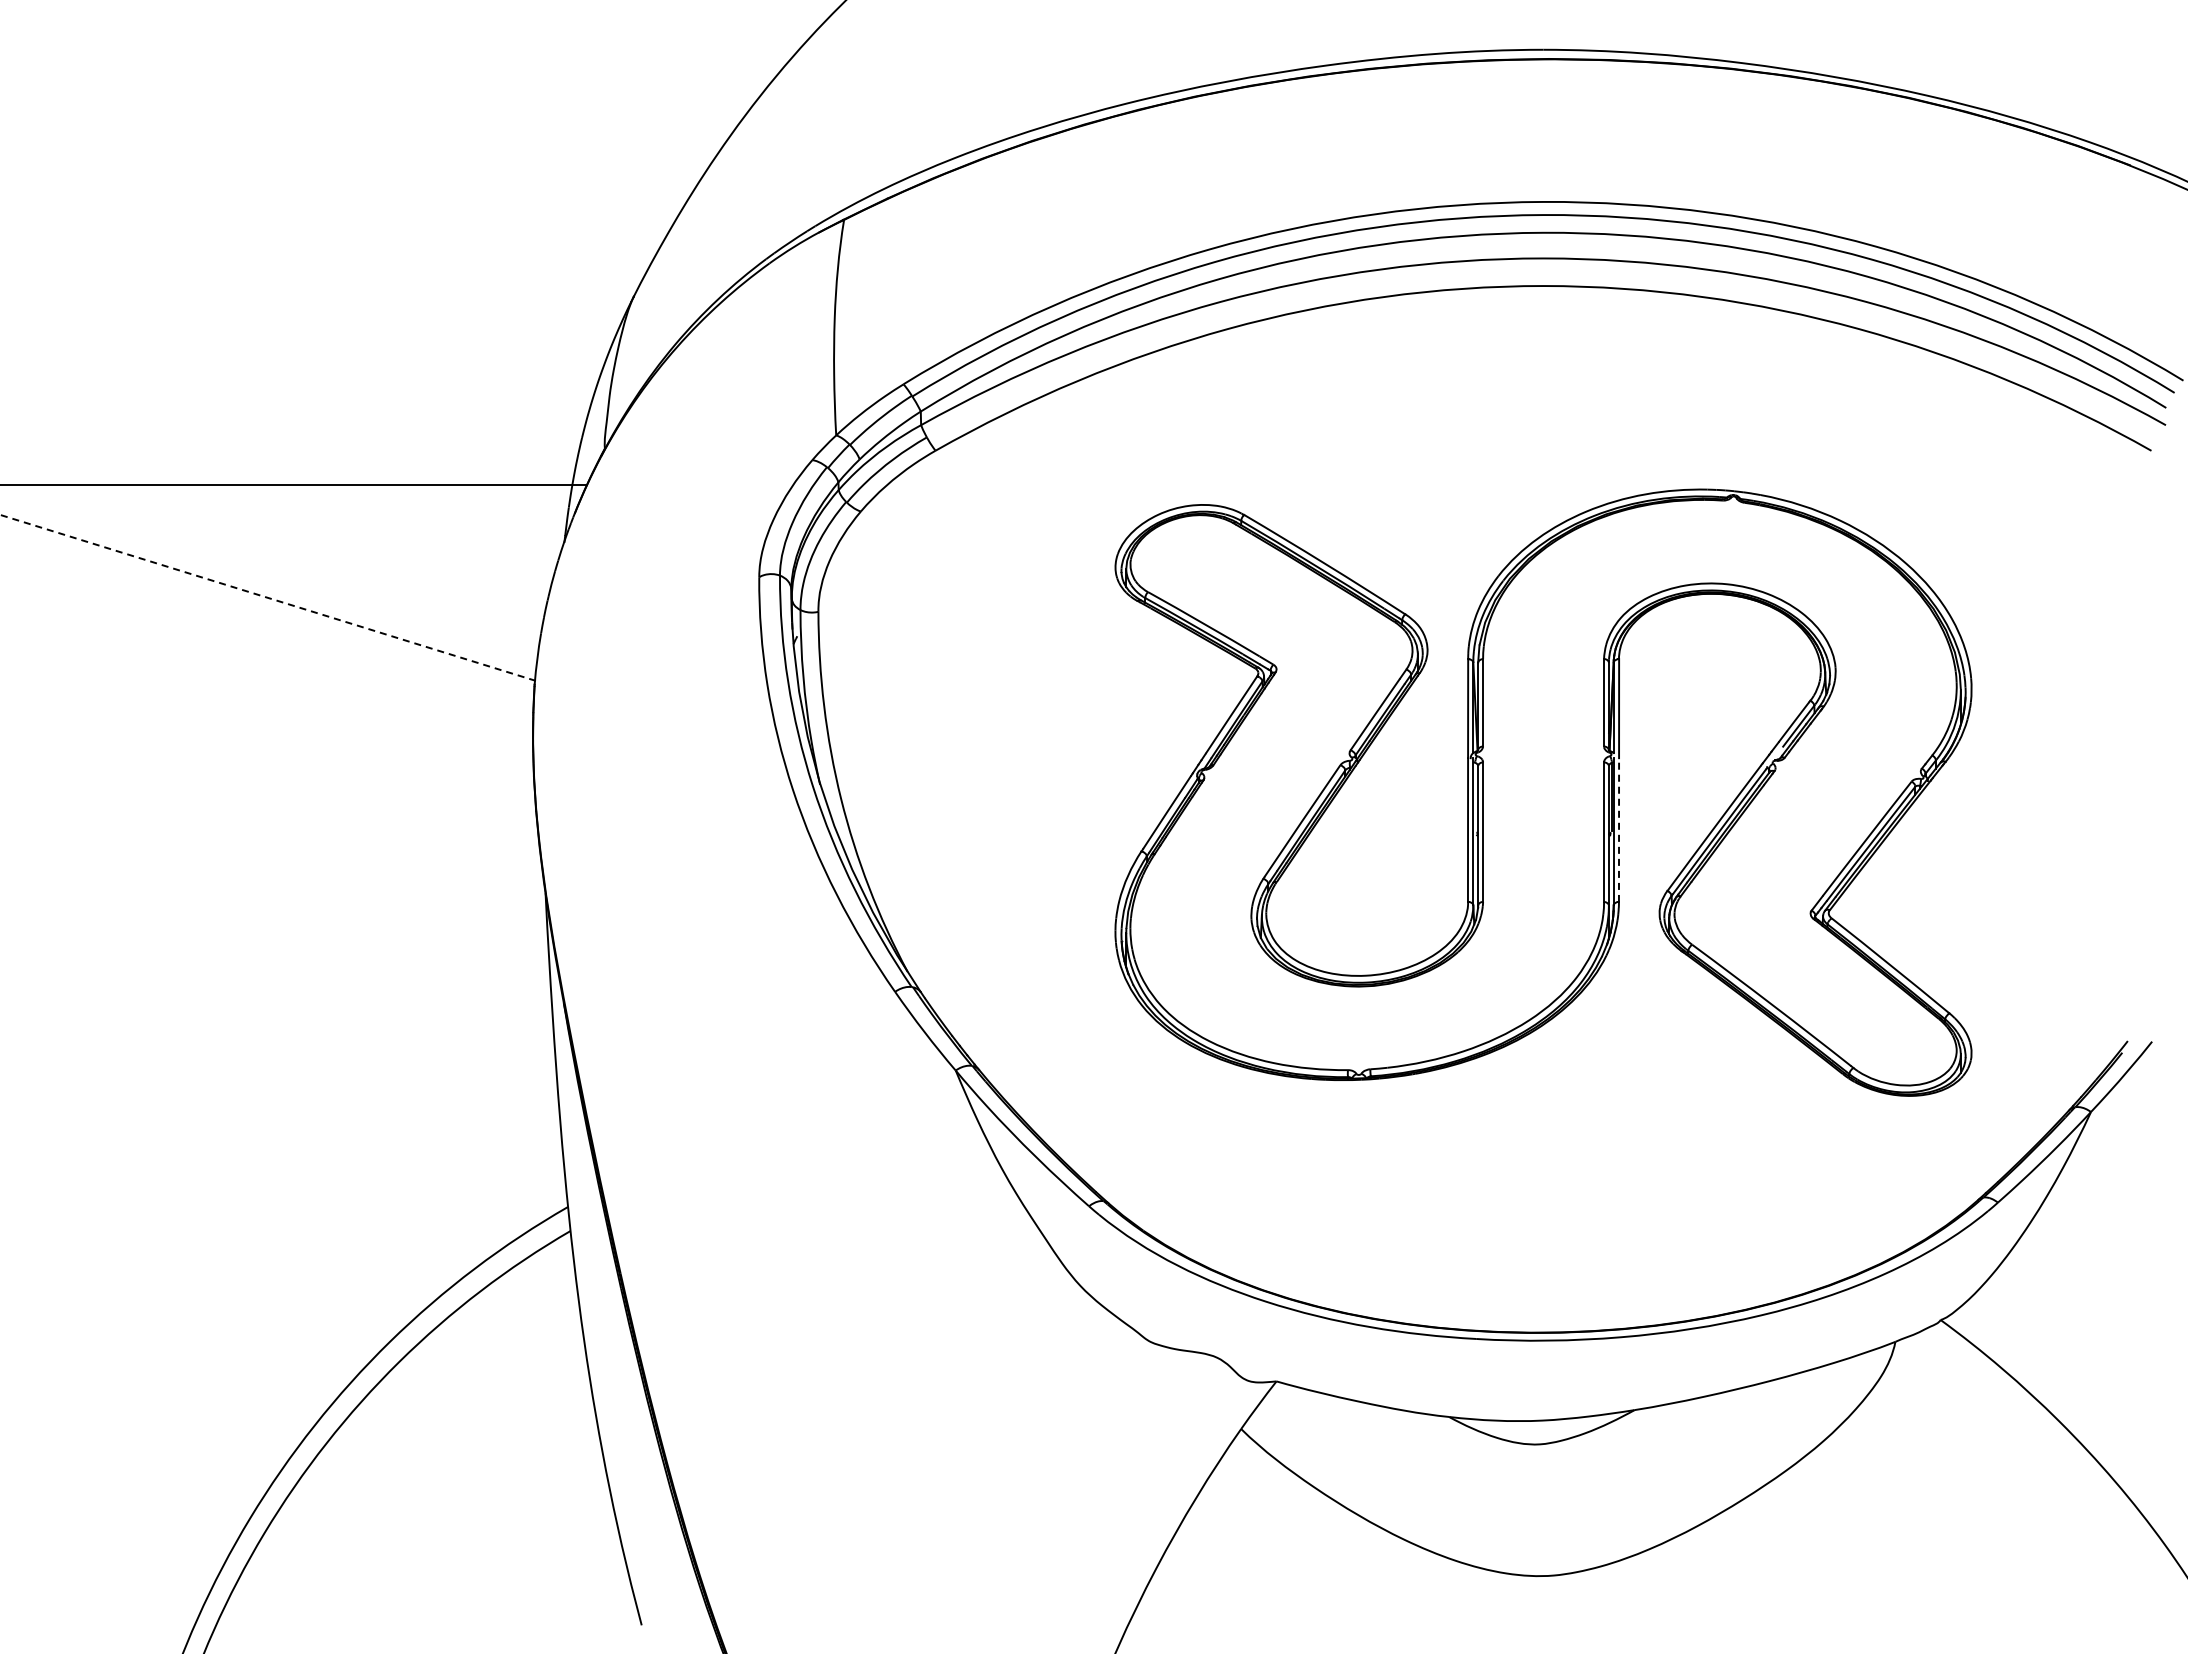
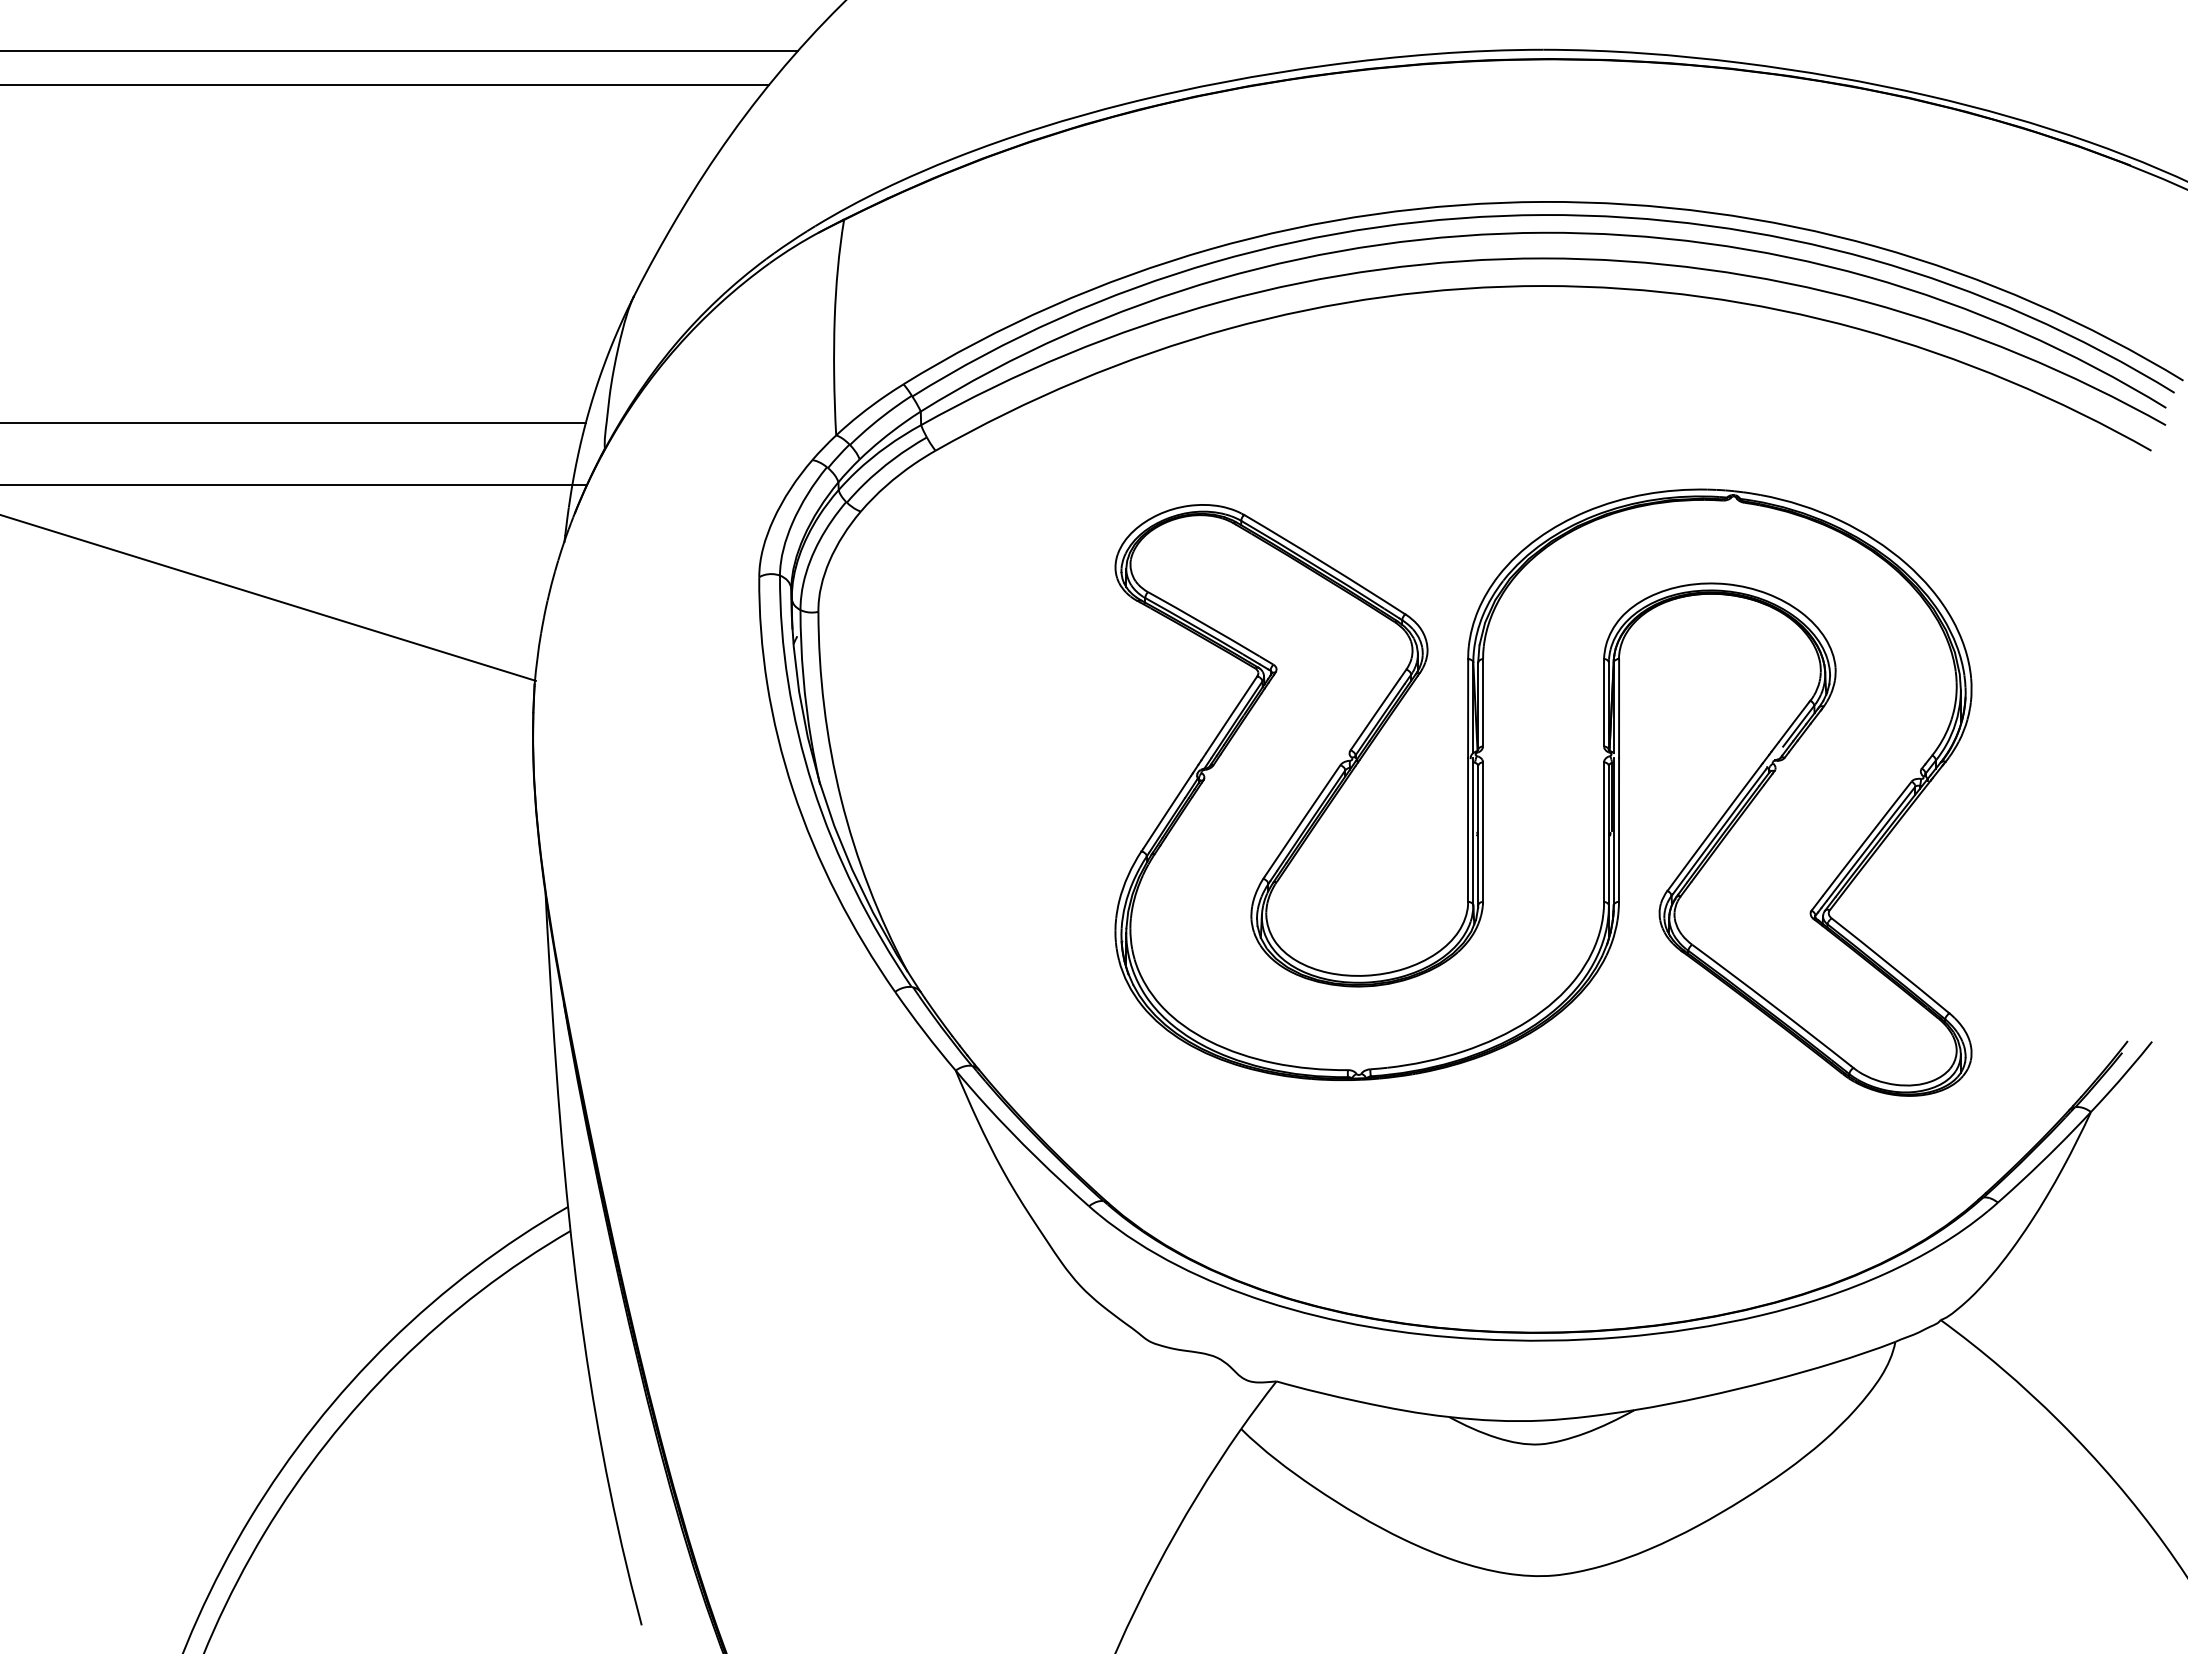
line at (400, 50): none -> present
line at (385, 85): none -> present
line at (293, 423): none -> present
line at (267, 597): dashed -> solid
line at (1619, 830): dashed -> solid
